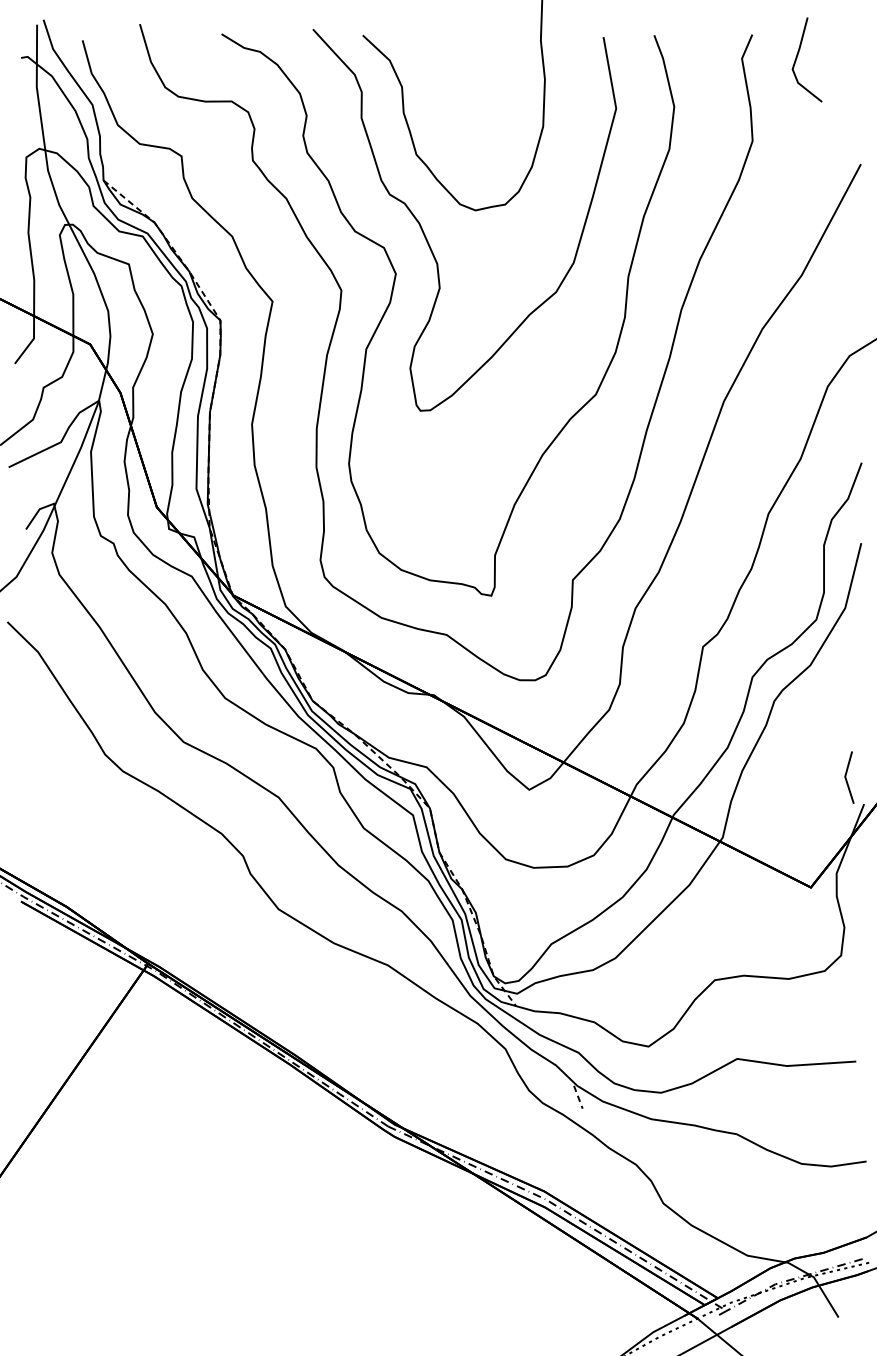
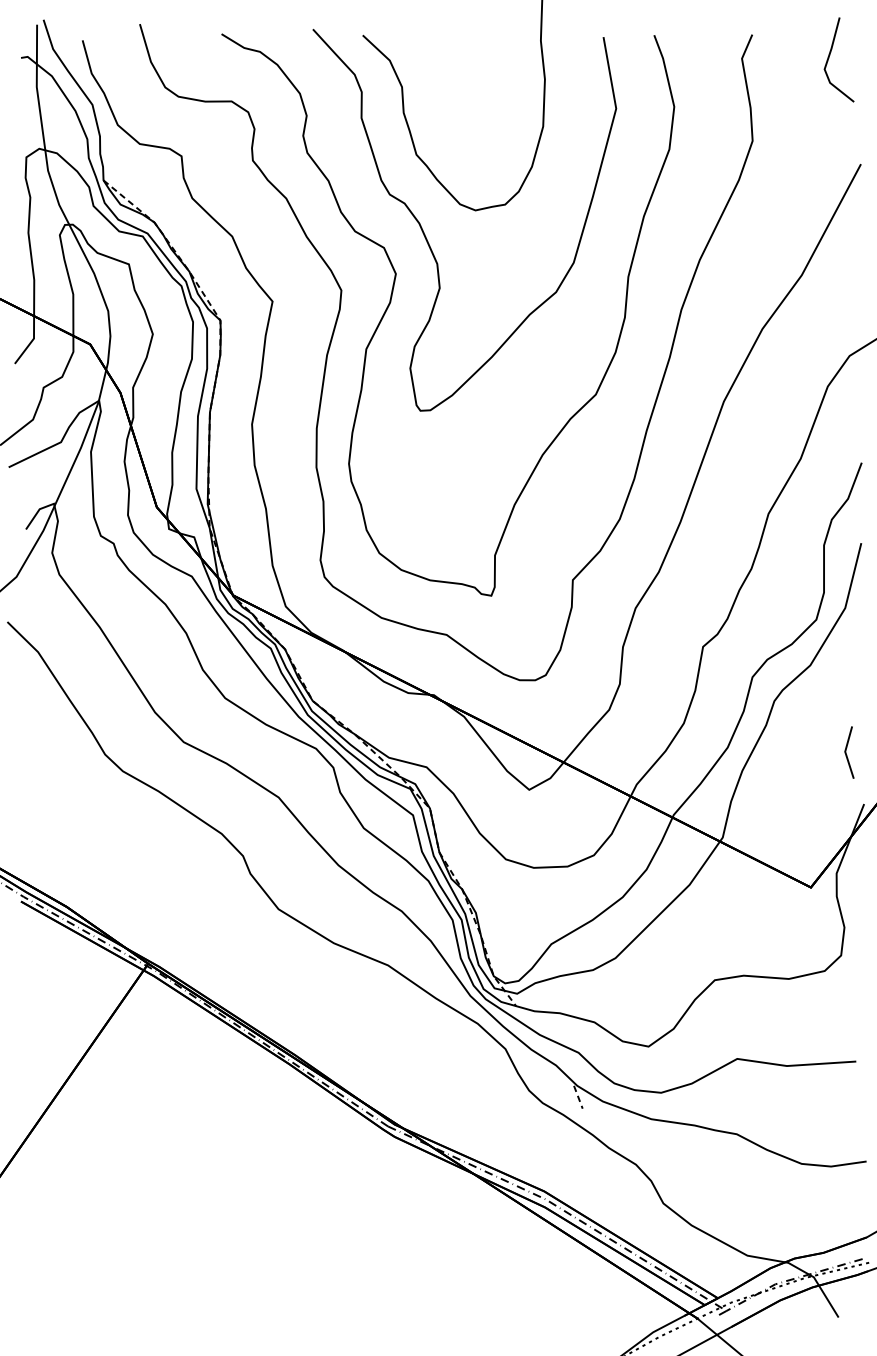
line at (798, 55) position: (798, 55) -> (830, 55)
line at (846, 777) position: (846, 777) -> (846, 752)
